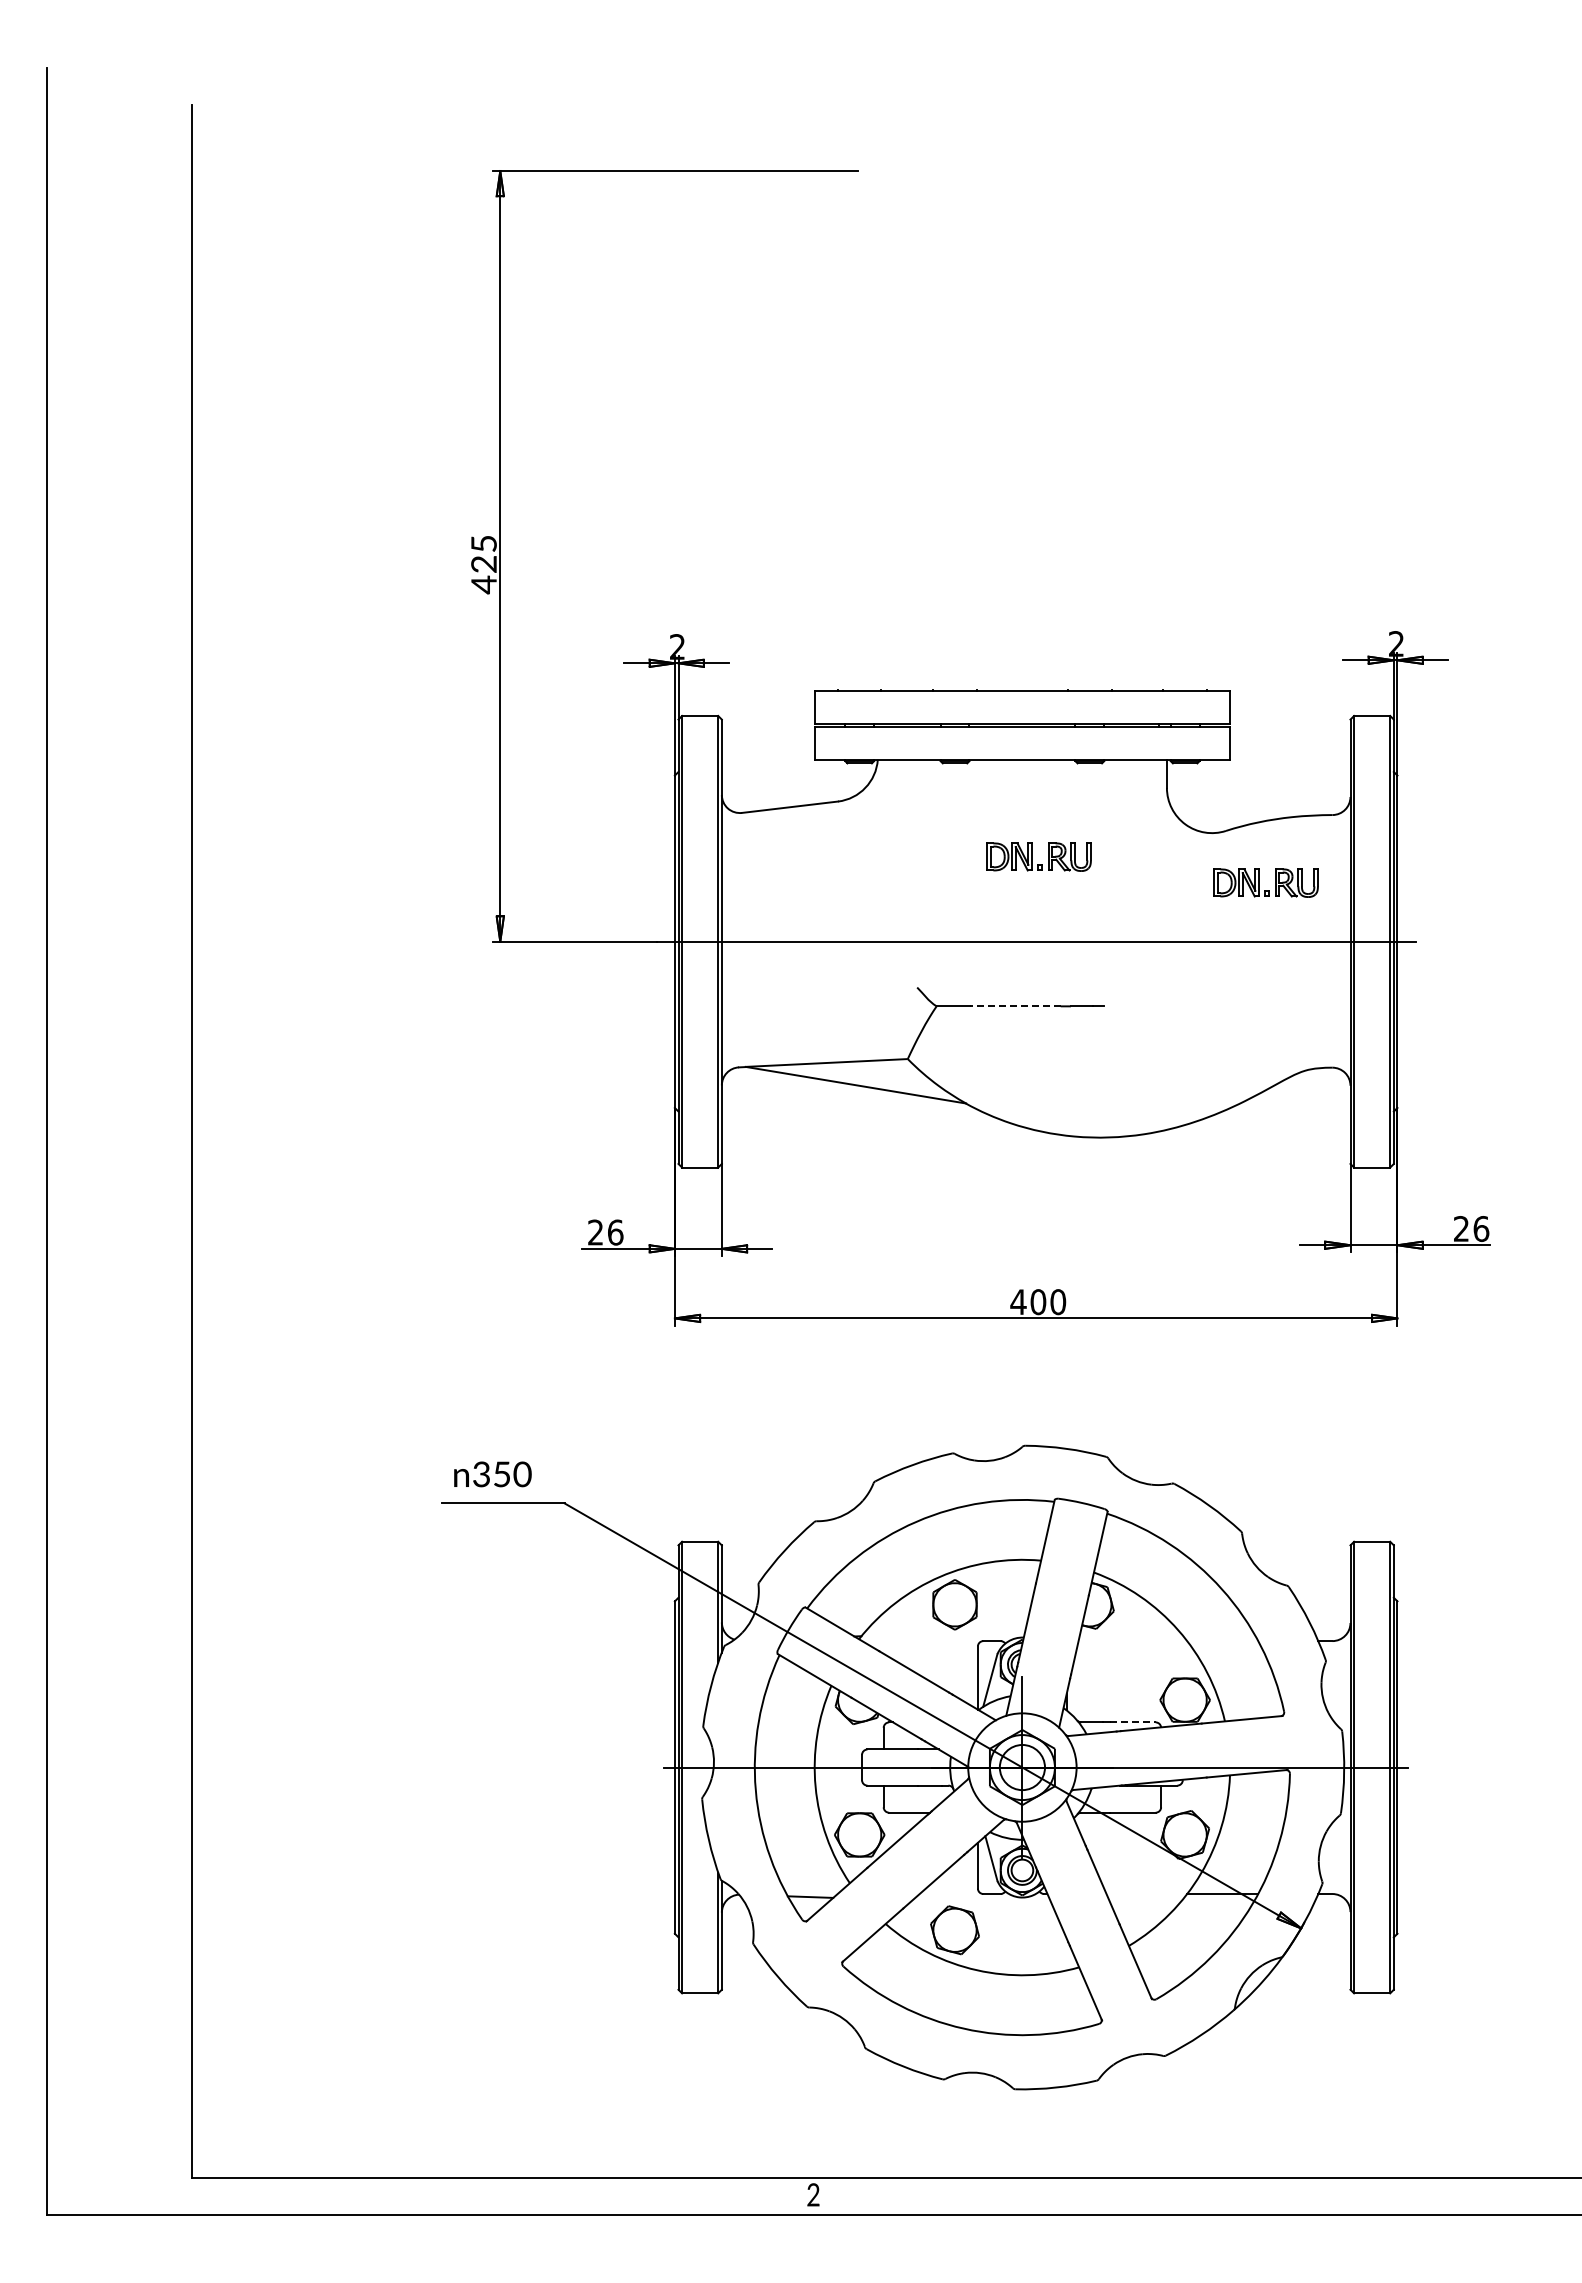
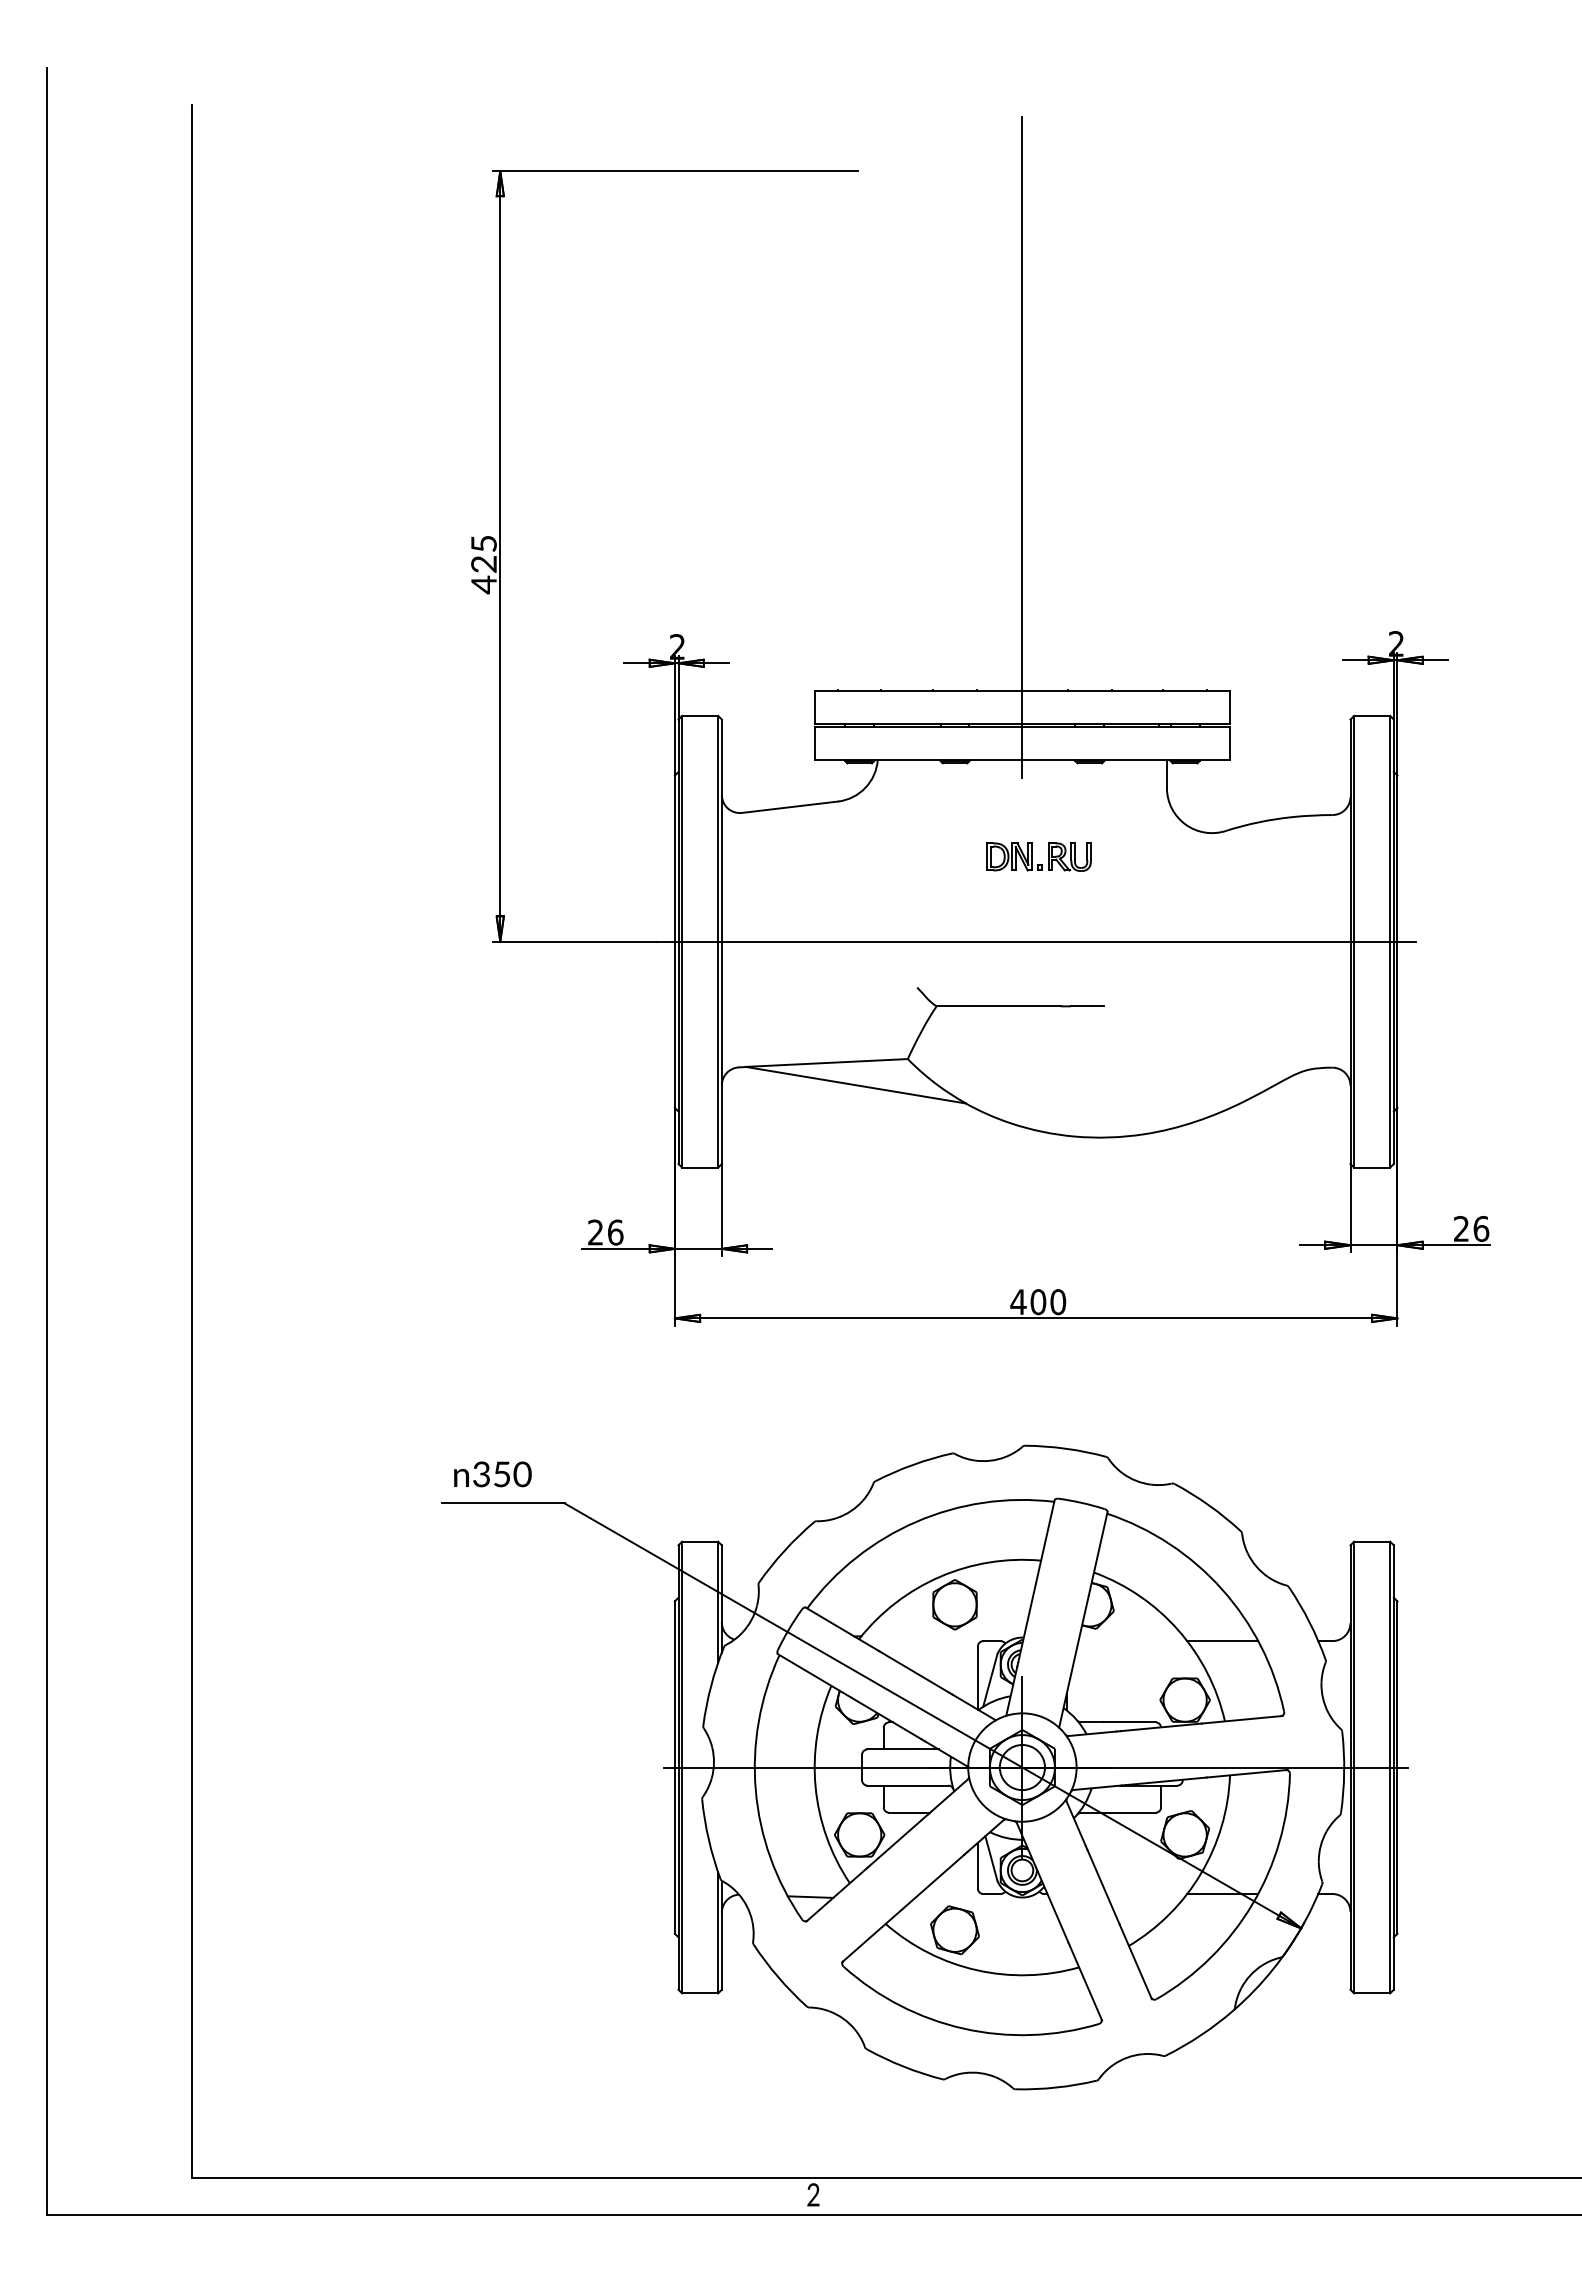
line at (1022, 447): none -> present
part at (1265, 882): present -> none
line at (1014, 1006): dashed -> solid
line at (1222, 1641): none -> present
line at (1132, 1722): dashed -> solid
